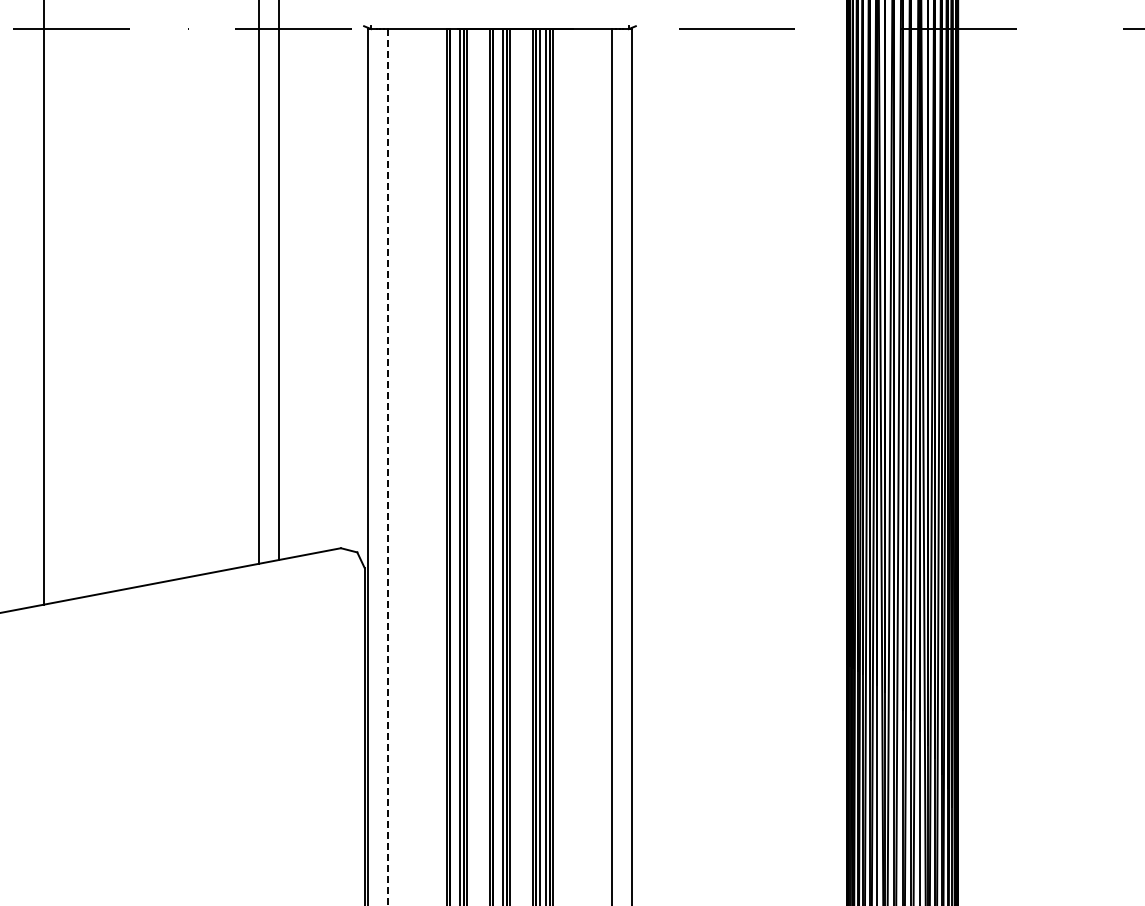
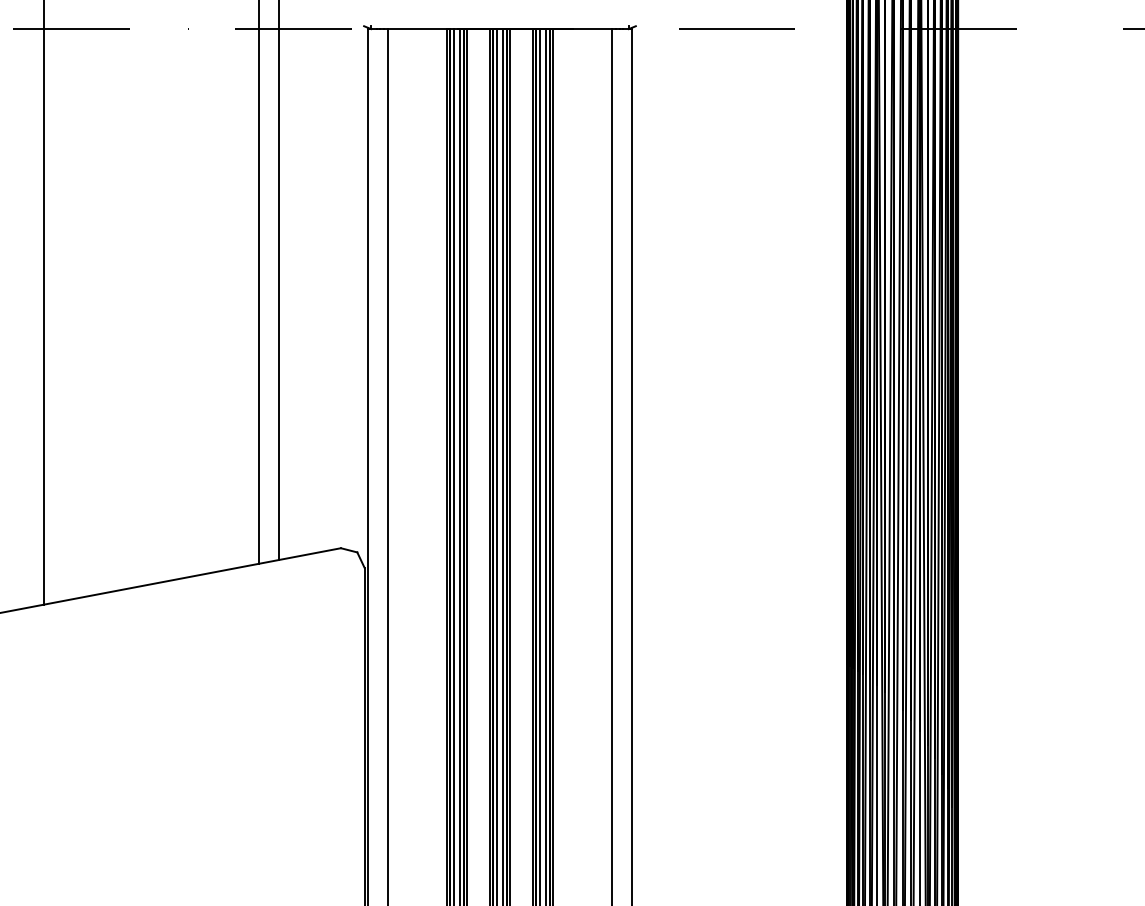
line at (453, 465): none -> present
line at (496, 465): none -> present
line at (387, 467): dashed -> solid
